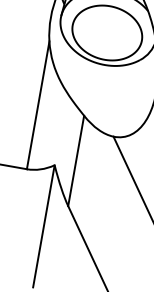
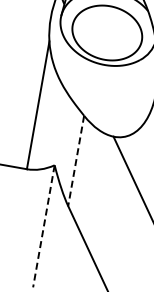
line at (76, 160): solid -> dashed
line at (43, 226): solid -> dashed
